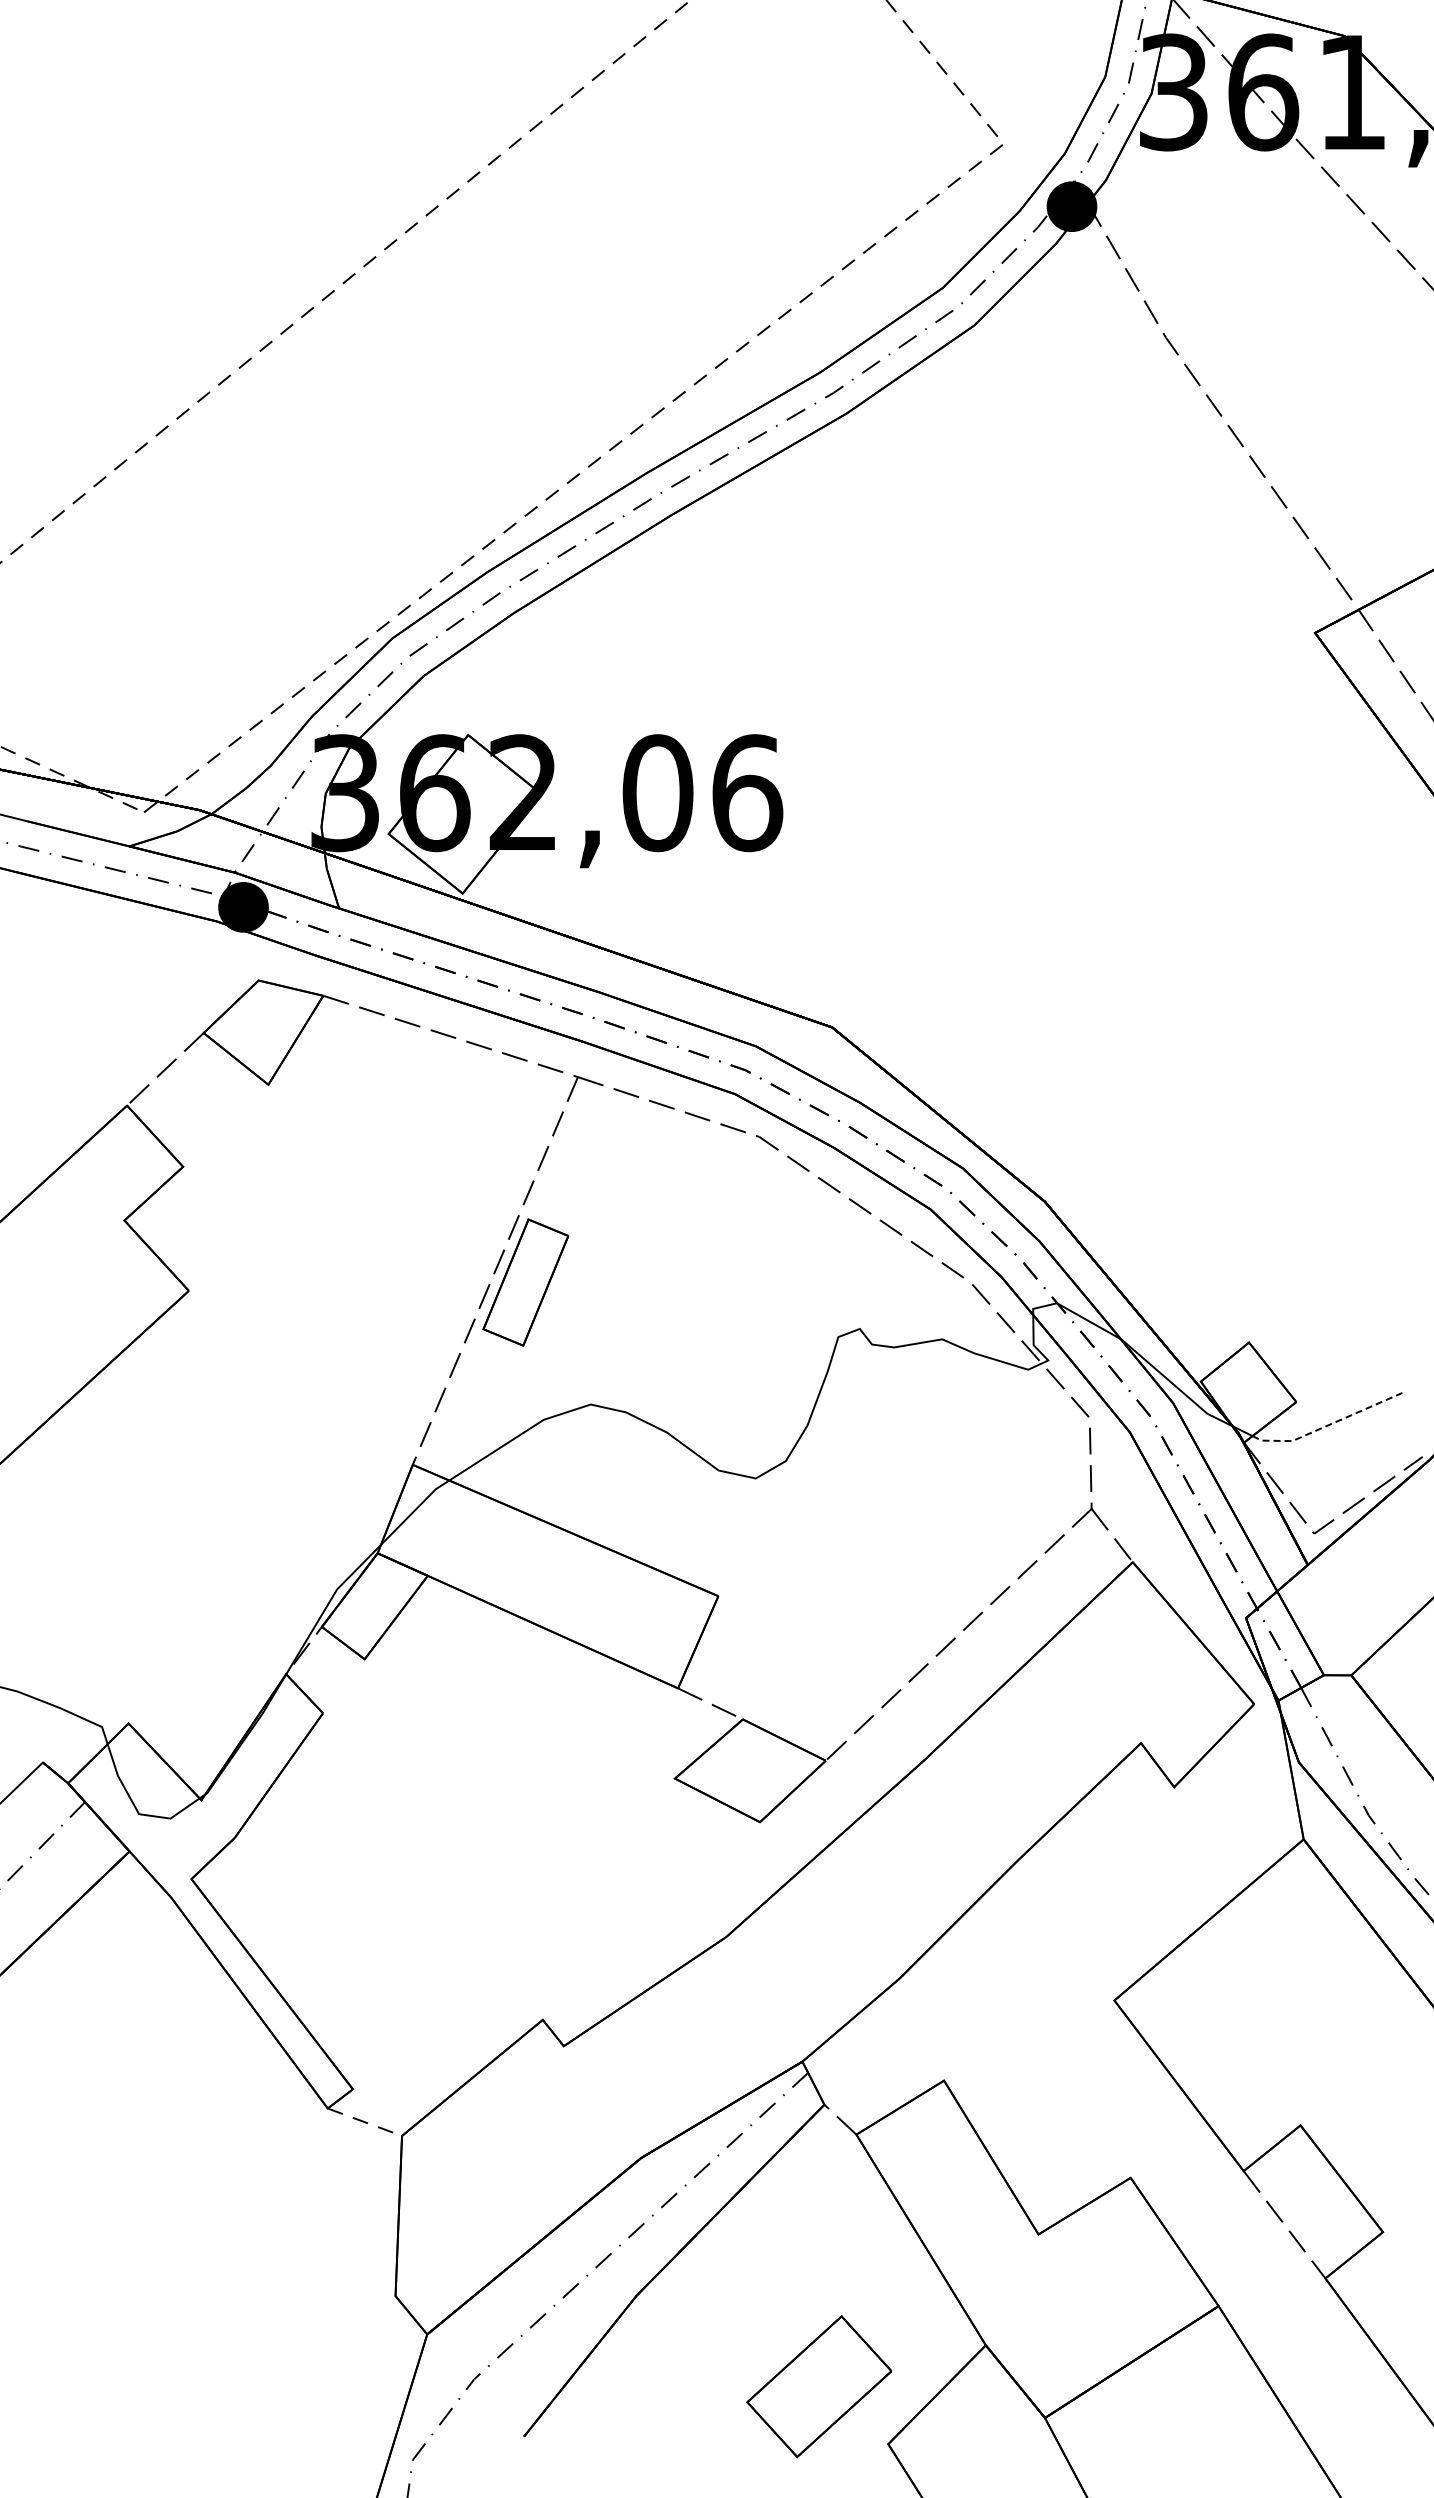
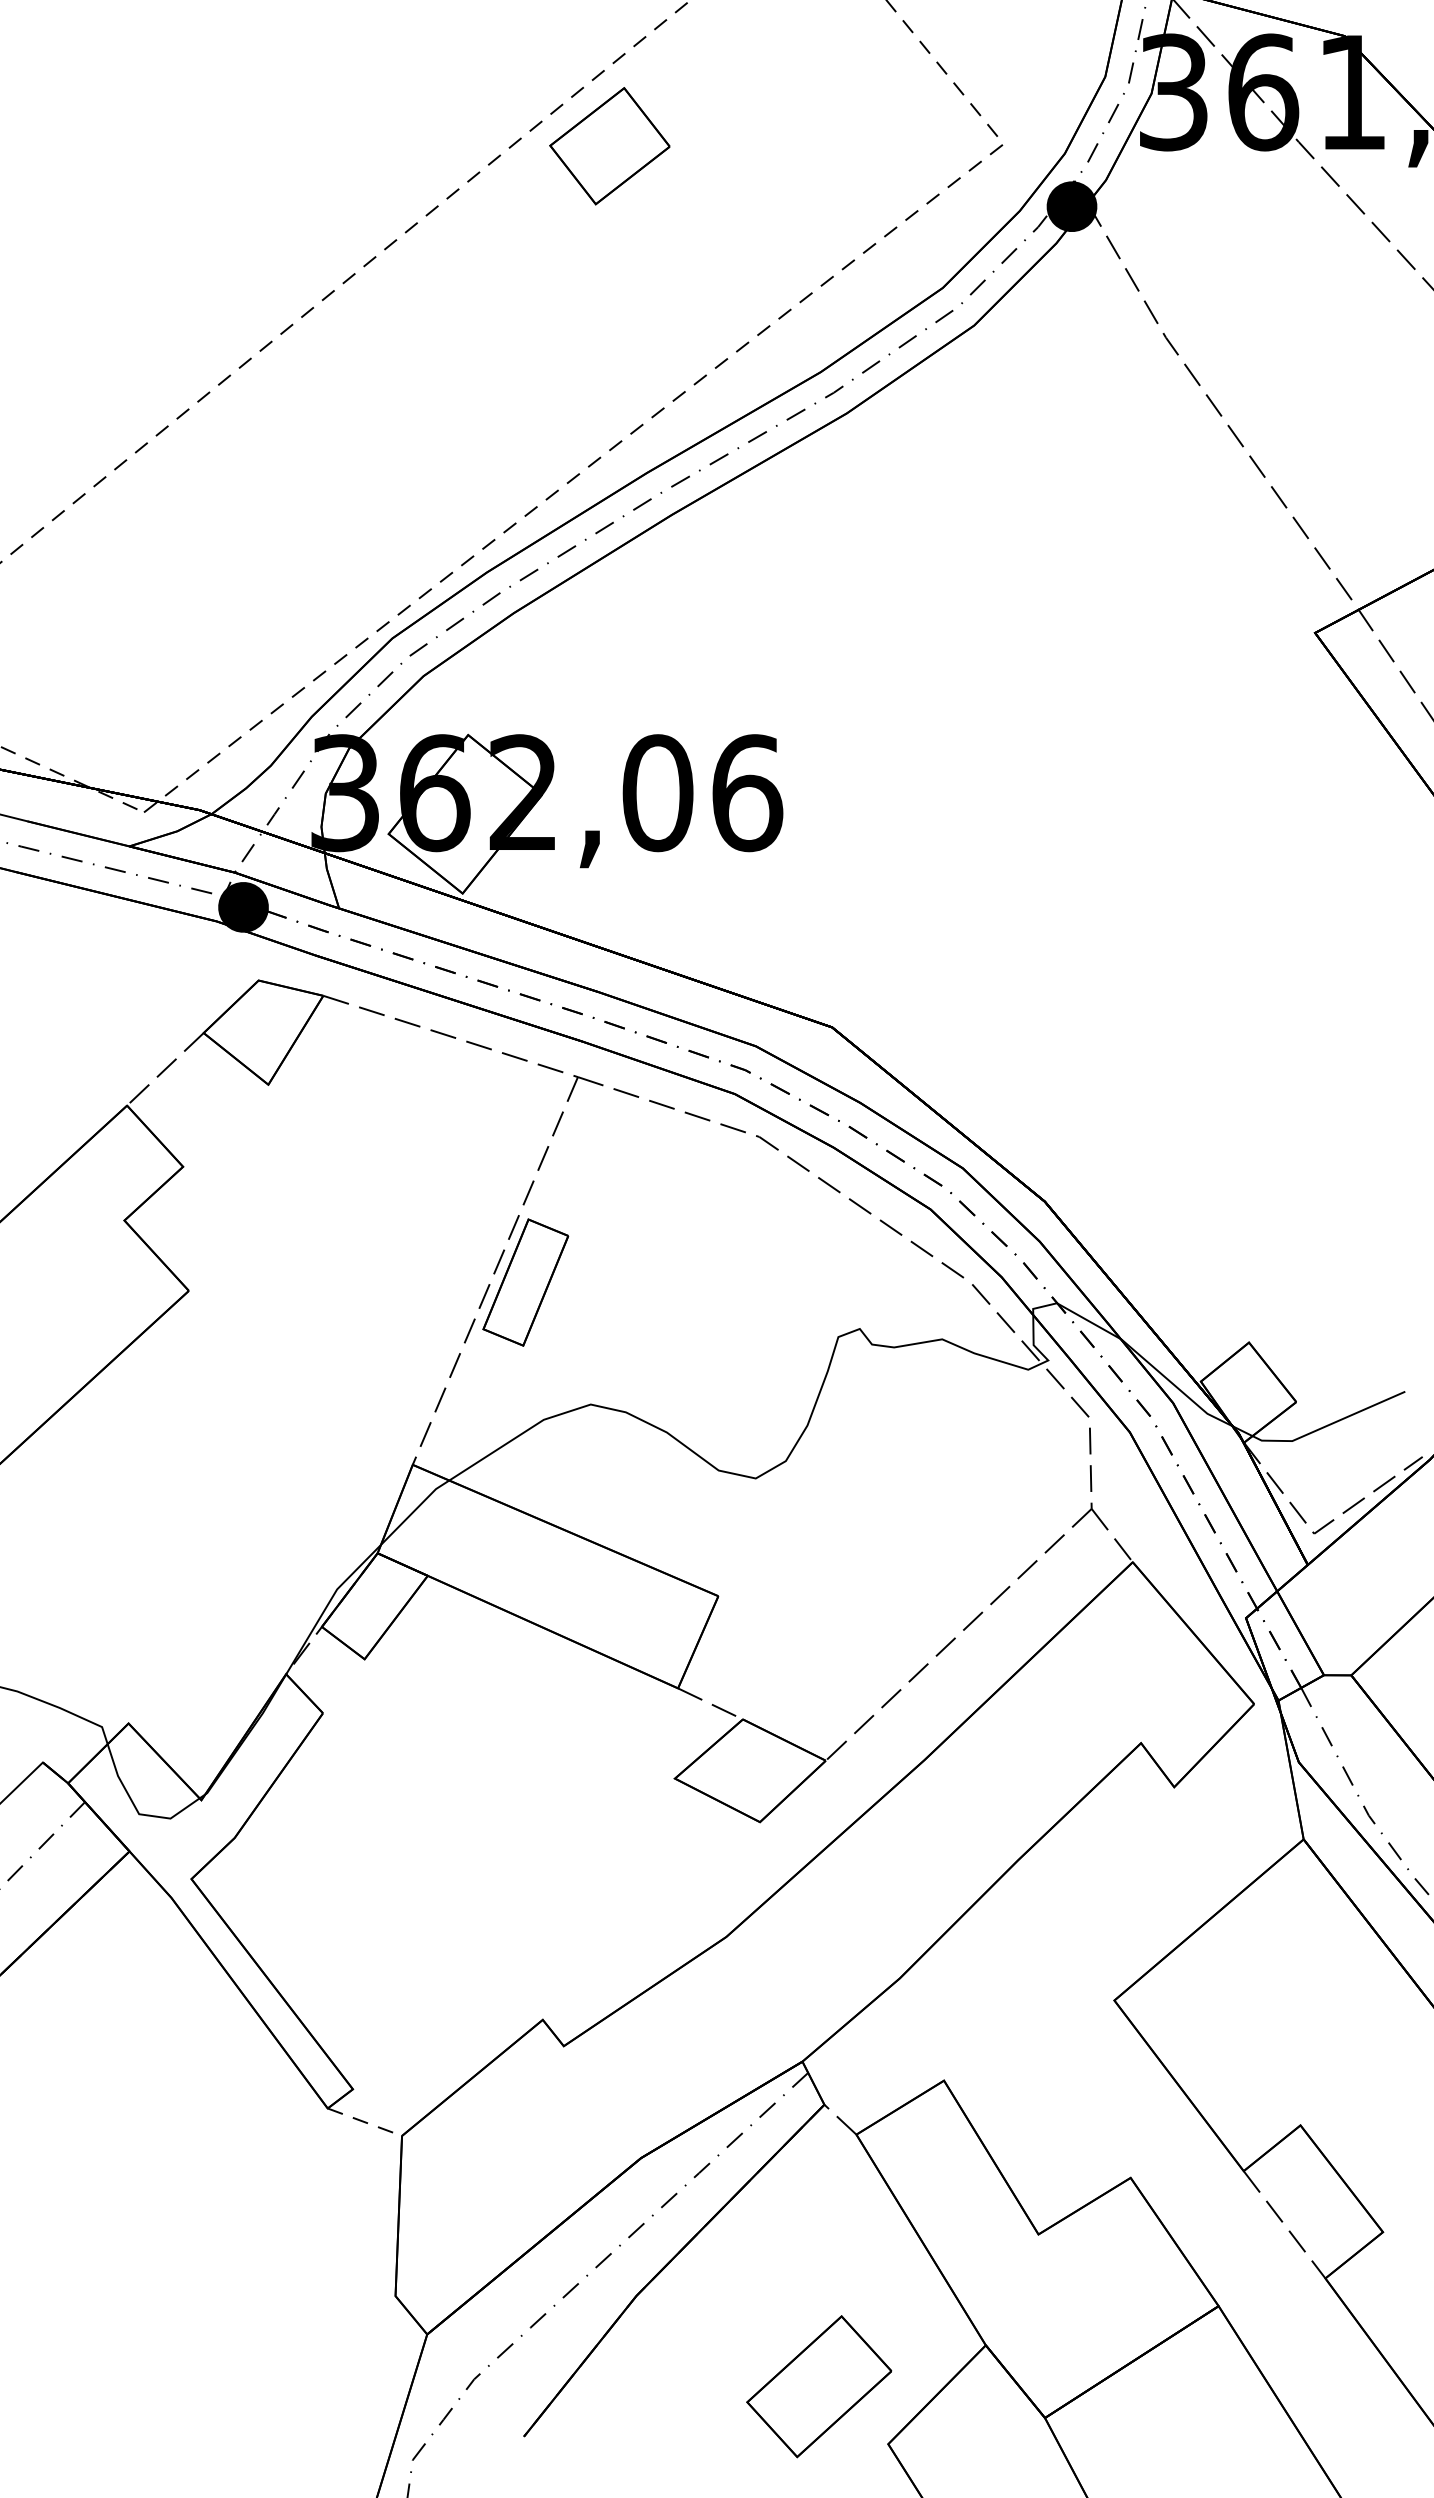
part at (609, 146): none -> present
line at (1328, 1425): dashed -> solid
